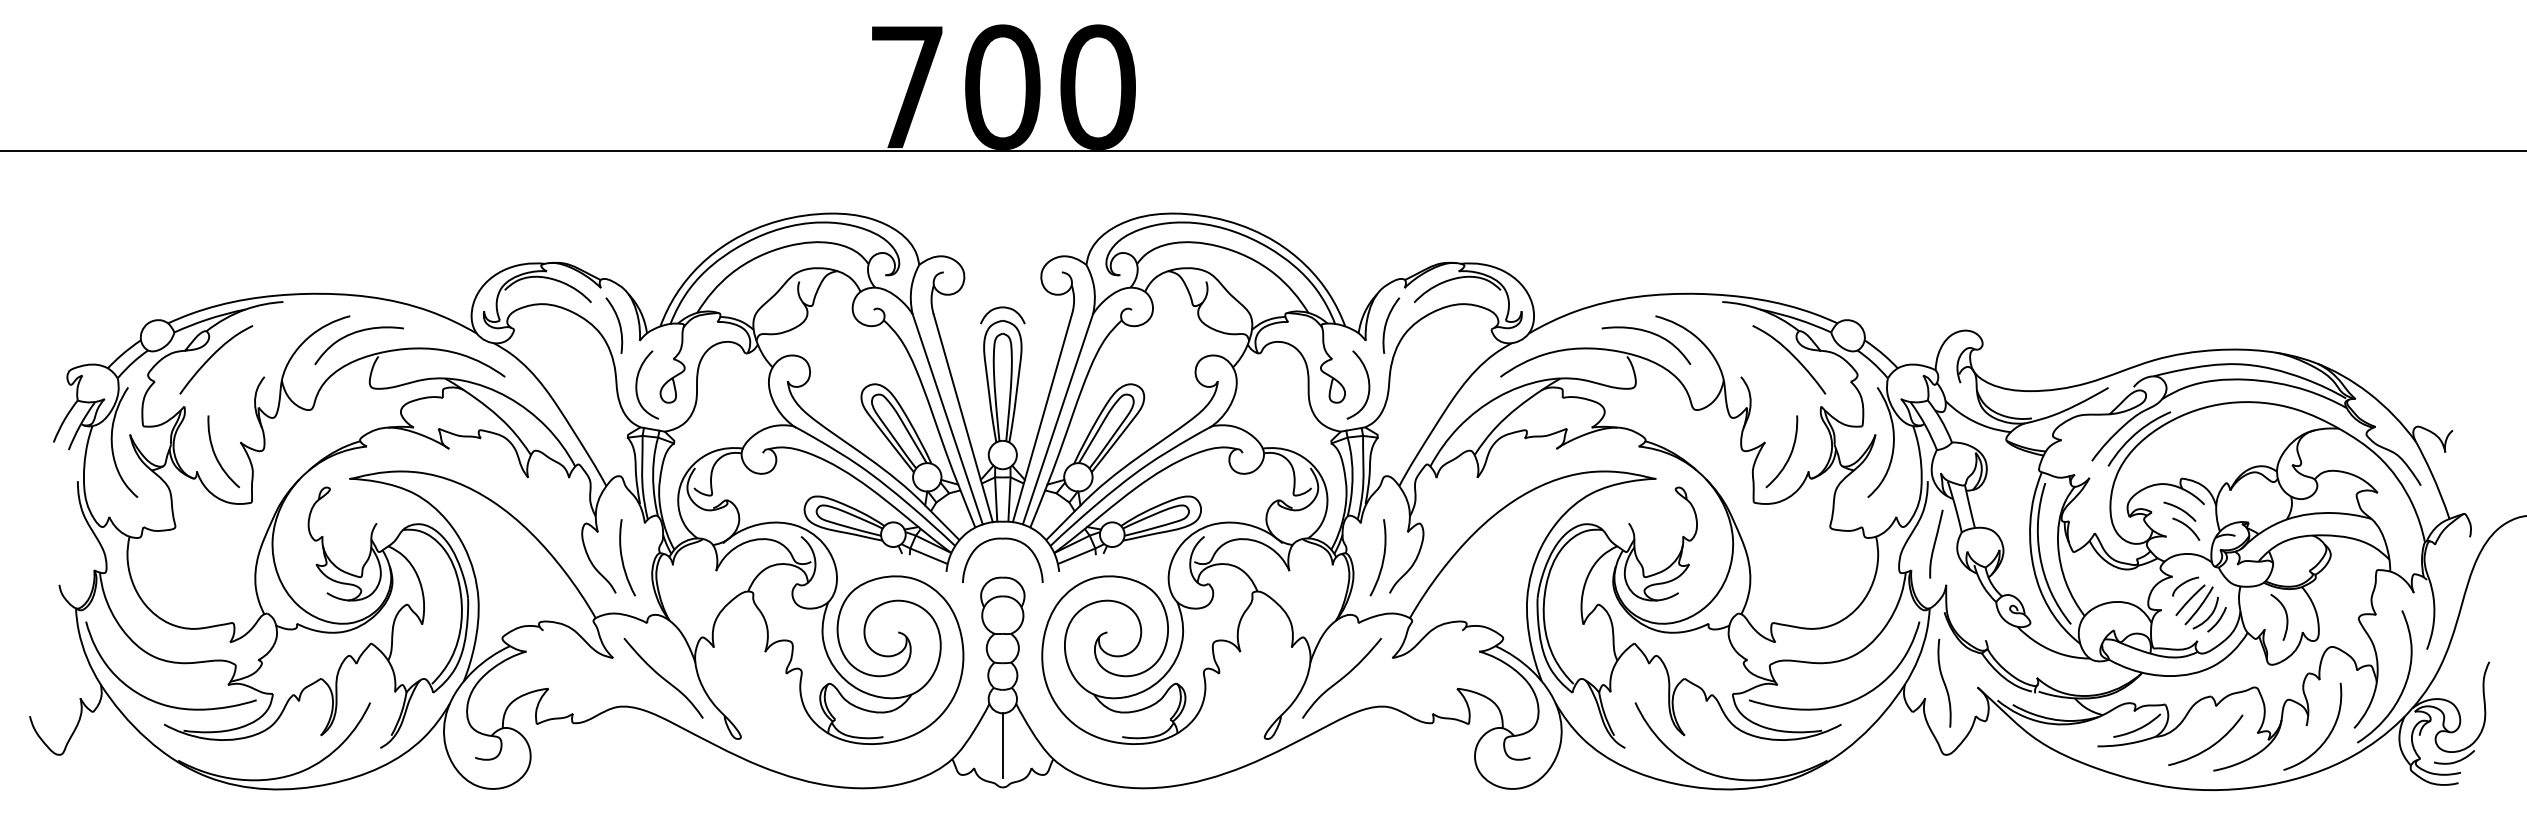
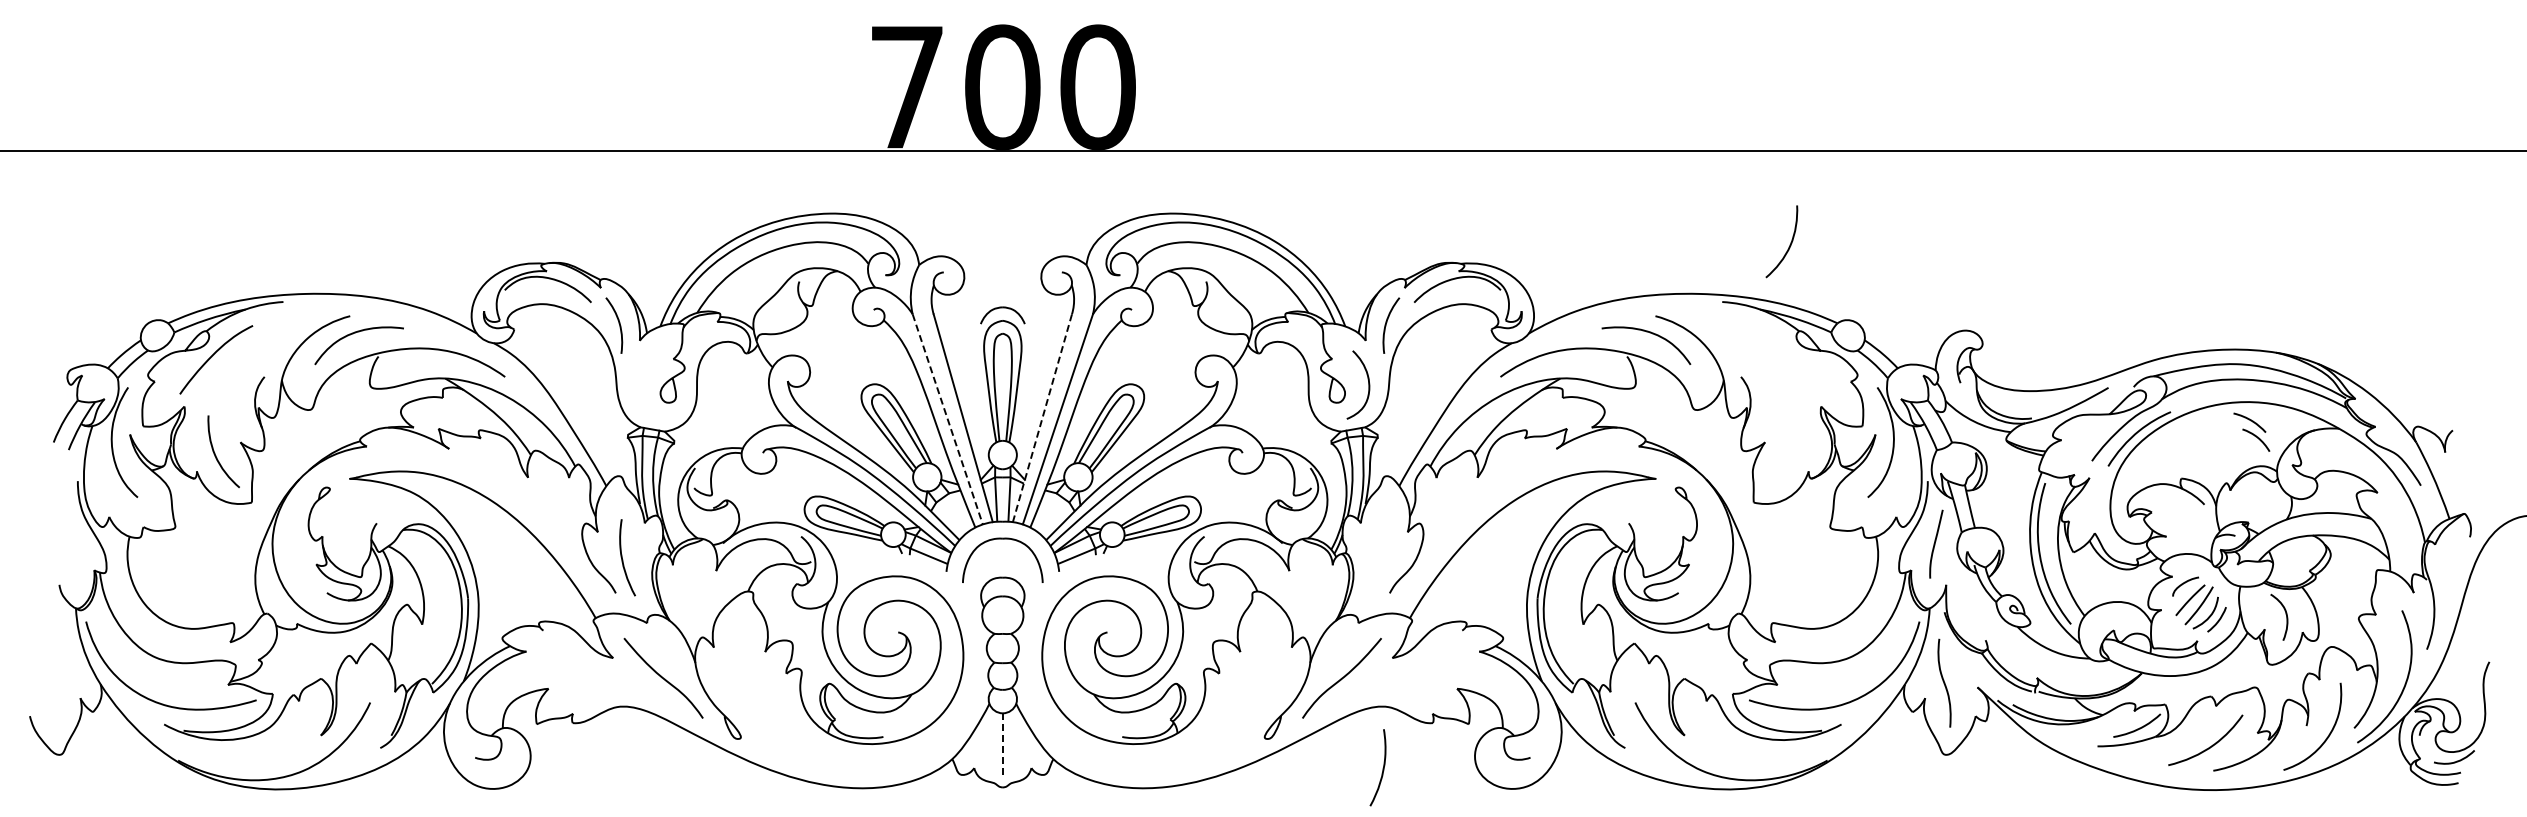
curve at (1792, 356): present -> none
curve at (637, 384): present -> none
line at (1042, 418): solid -> dashed
line at (947, 419): solid -> dashed
curve at (1789, 454) position: (1789, 454) -> (1789, 244)
part at (2181, 520) position: (2181, 520) -> (2251, 431)
curve at (1382, 558) position: (1382, 558) -> (1382, 768)
line at (1002, 746): solid -> dashed
